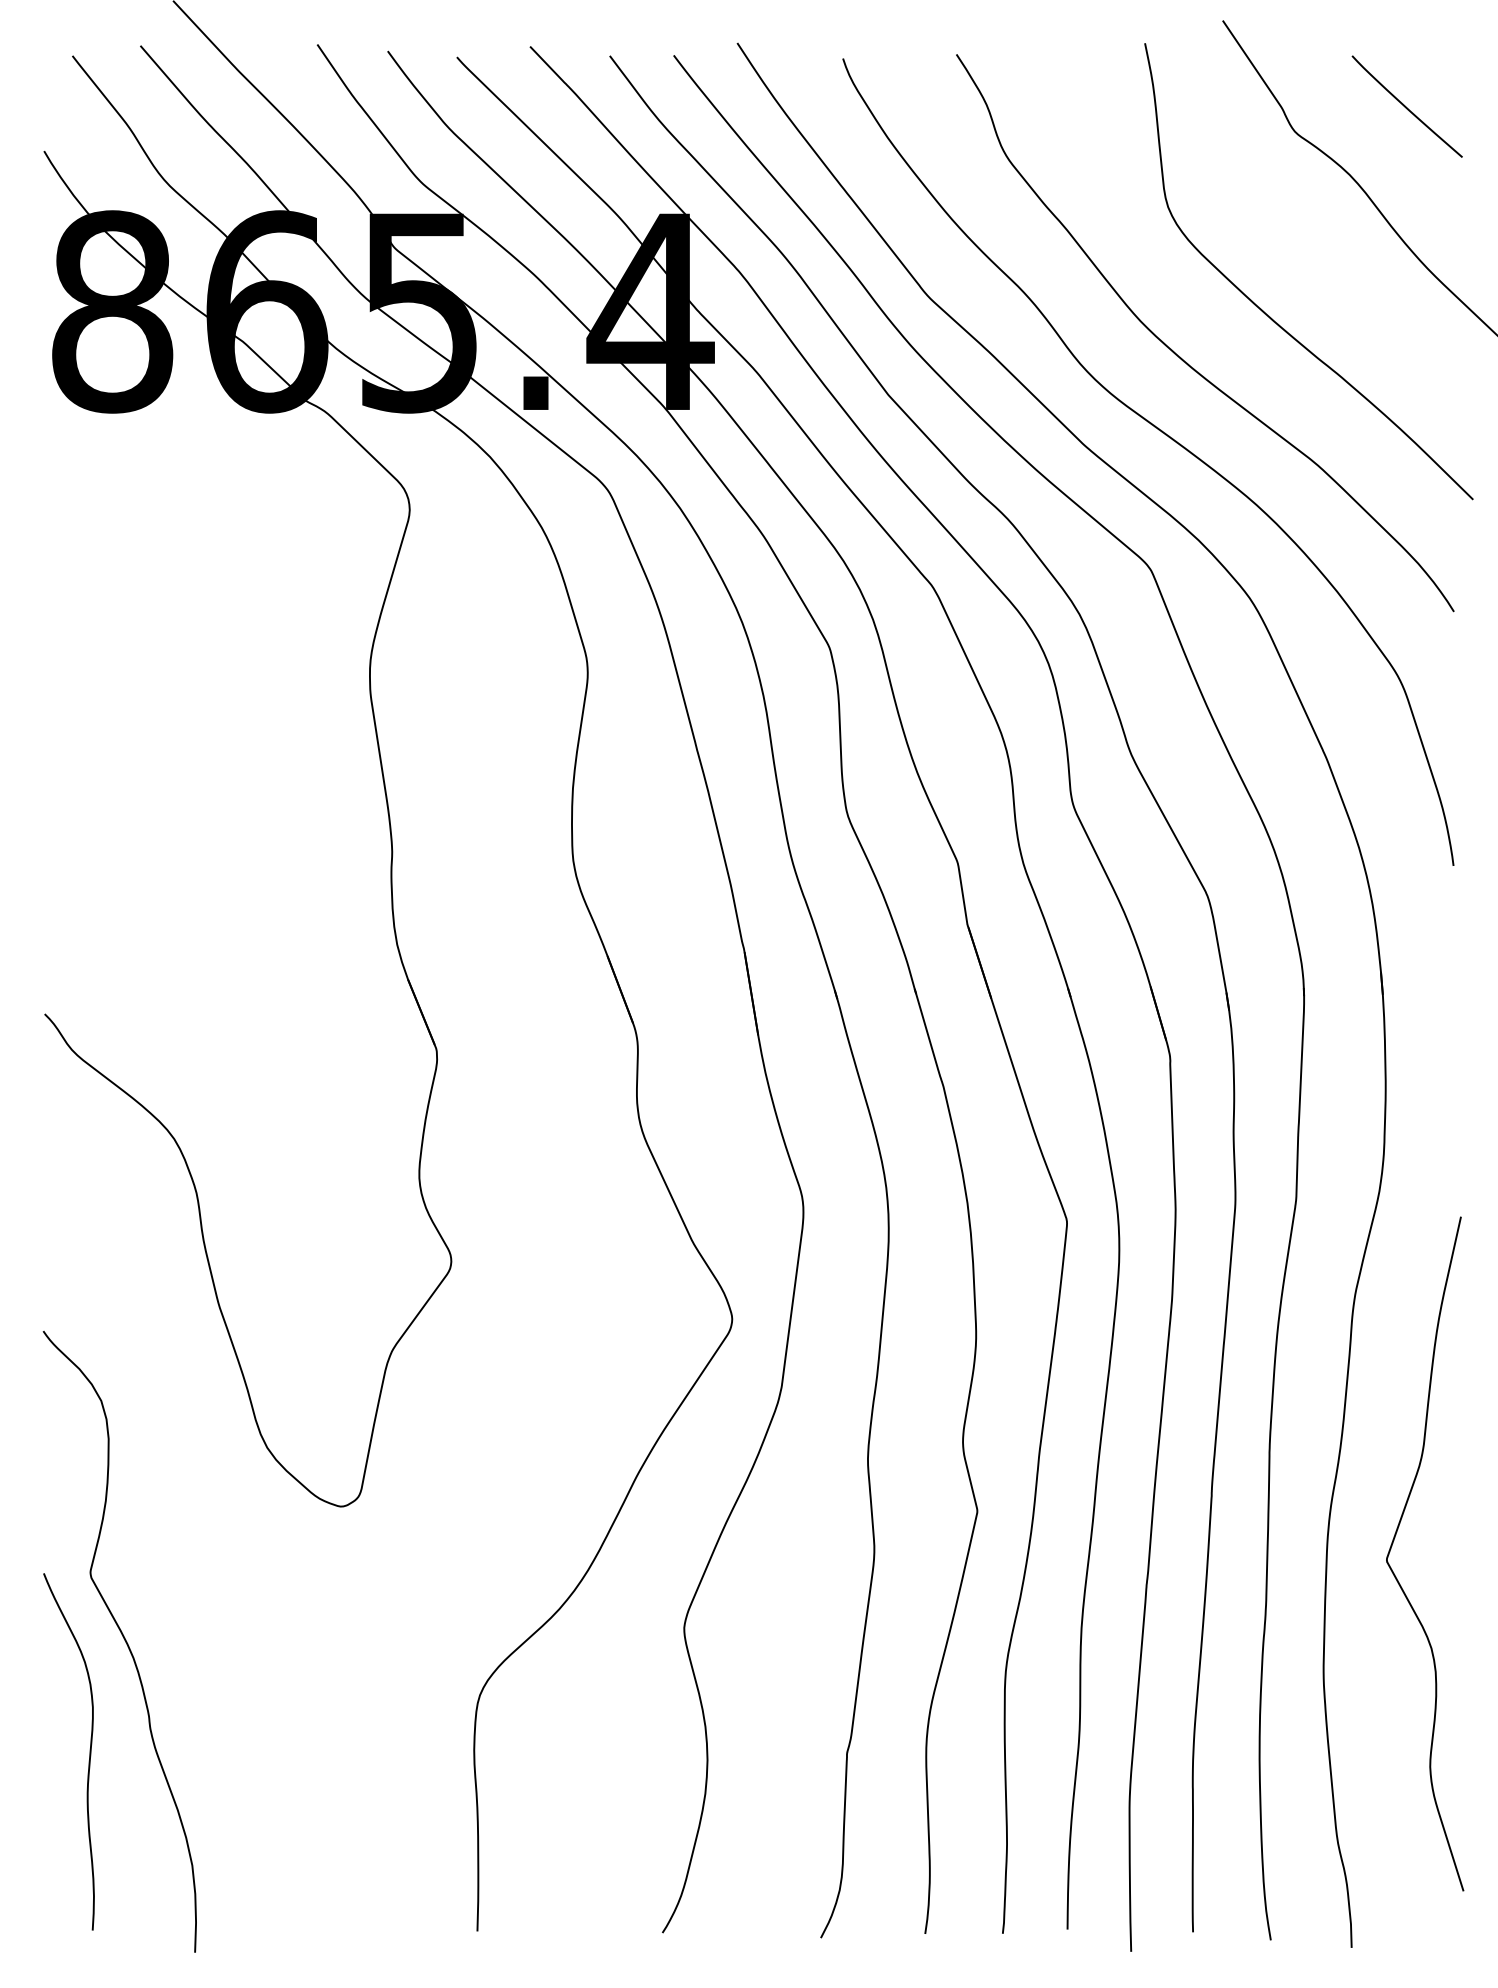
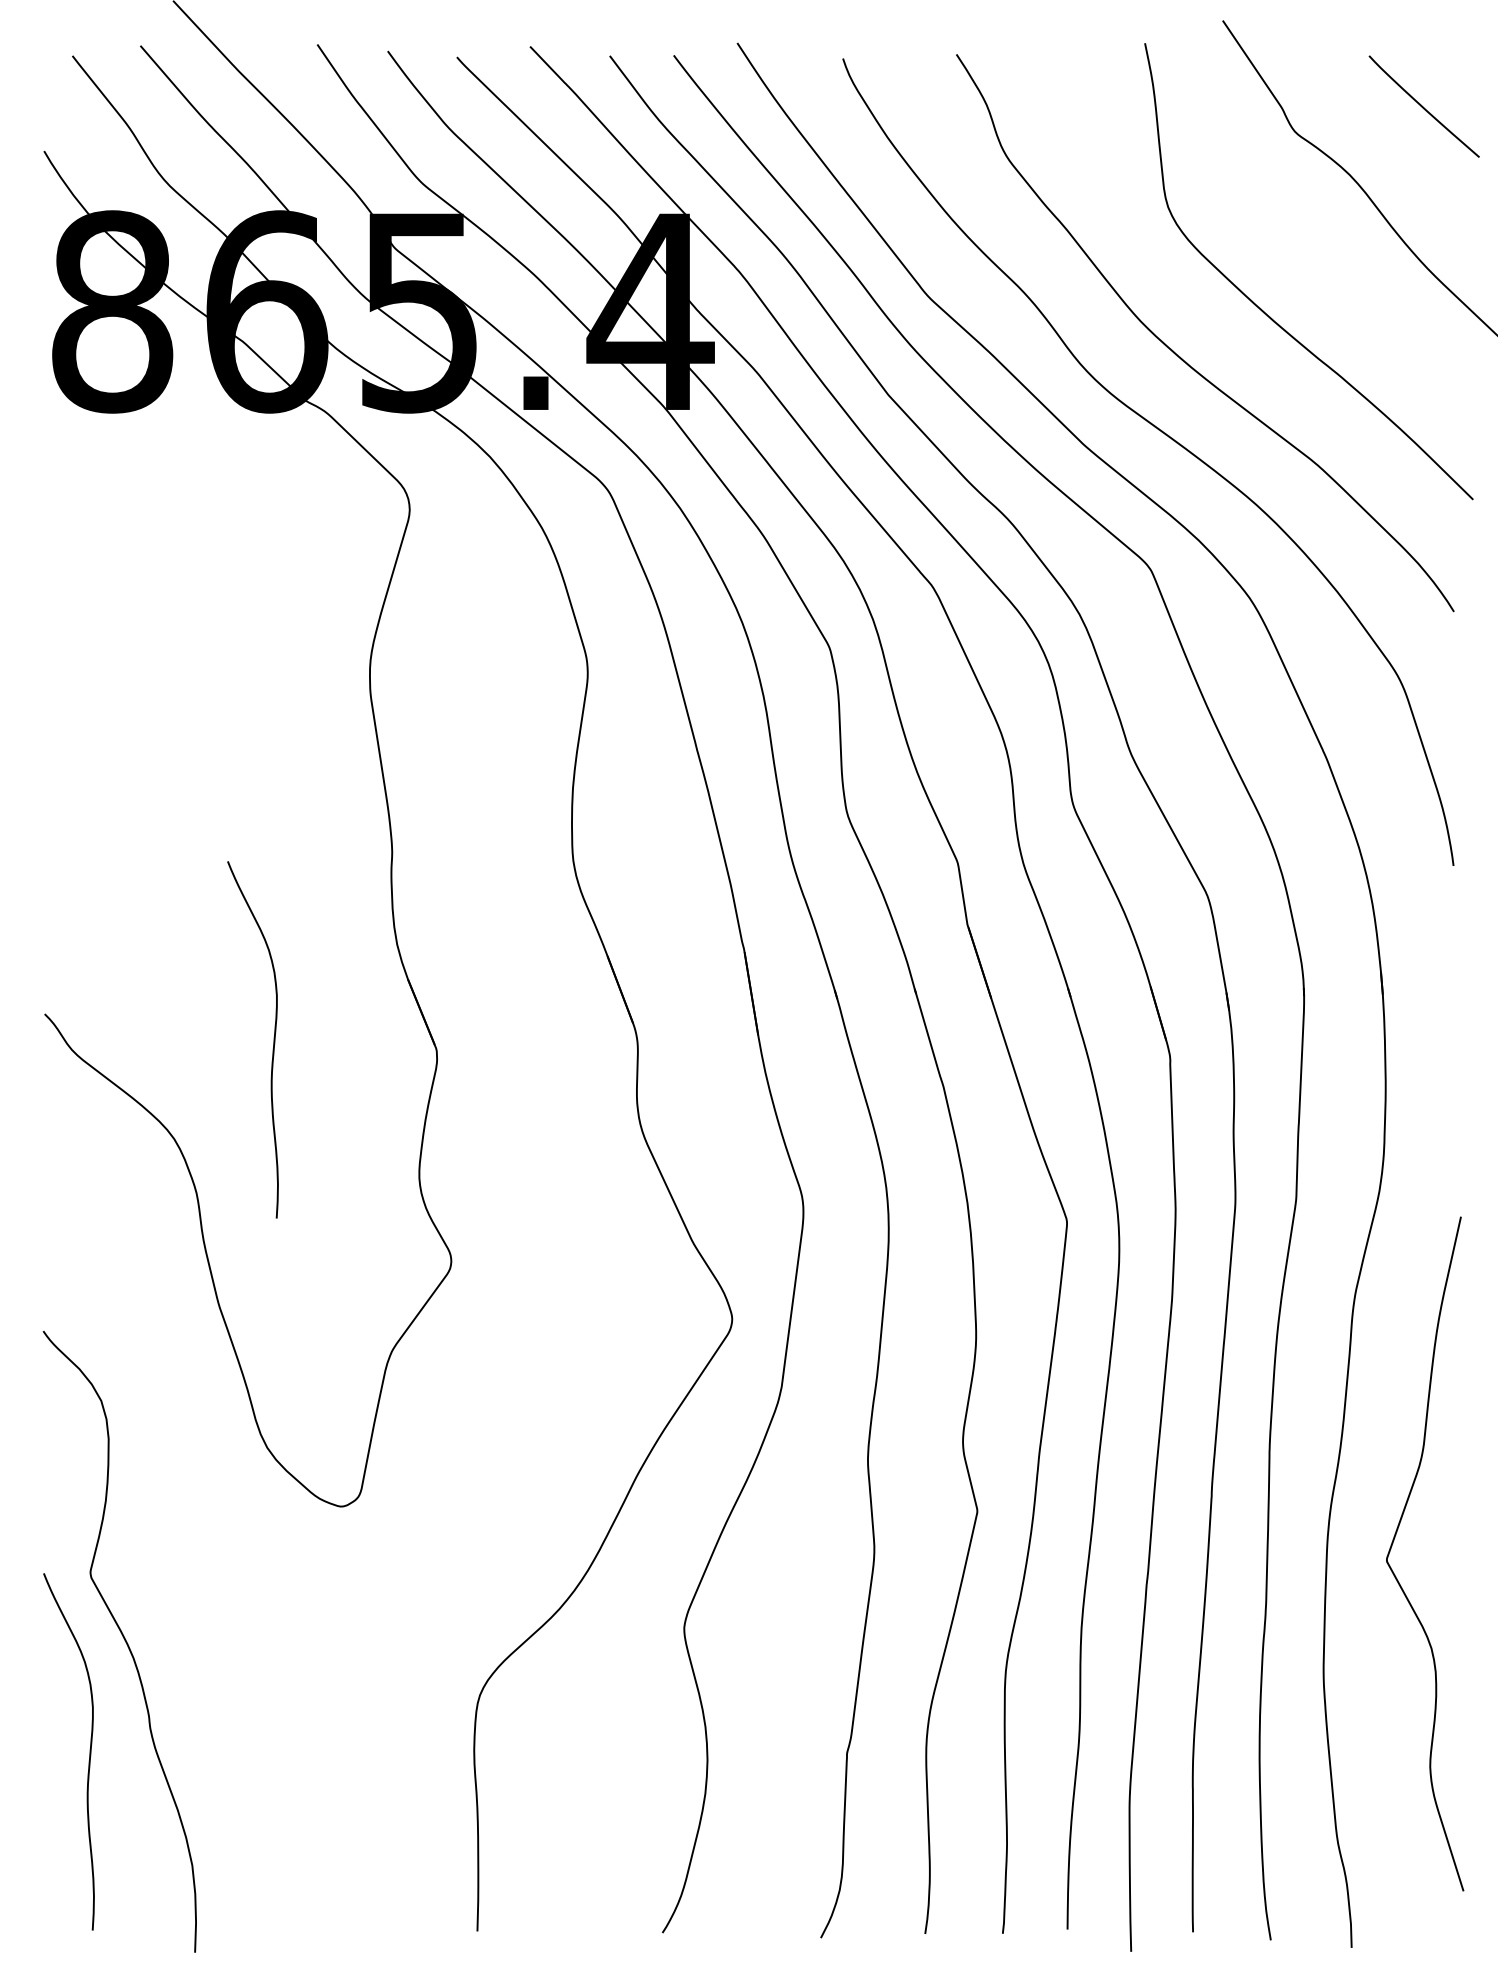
curve at (1406, 106) position: (1406, 106) -> (1423, 106)
curve at (273, 1039): none -> present
